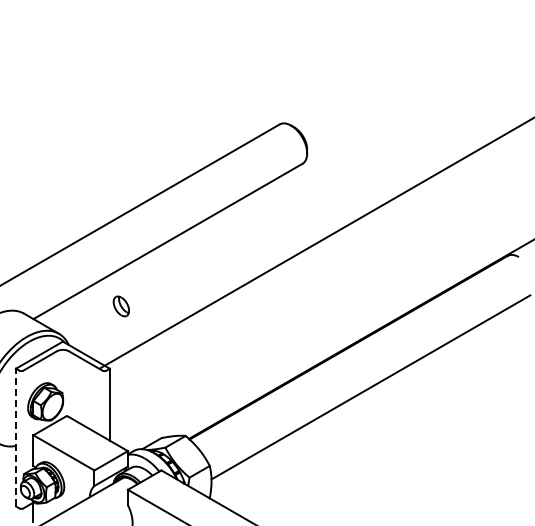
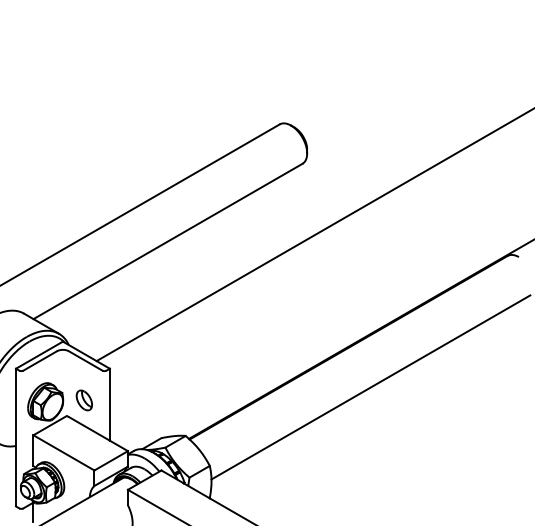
line at (315, 243) position: (315, 243) -> (313, 235)
part at (120, 306) position: (120, 306) -> (83, 400)
line at (16, 437): dashed -> solid
